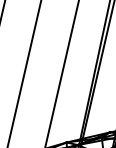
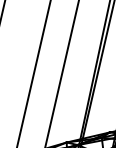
line at (24, 73) position: (24, 73) -> (33, 73)
